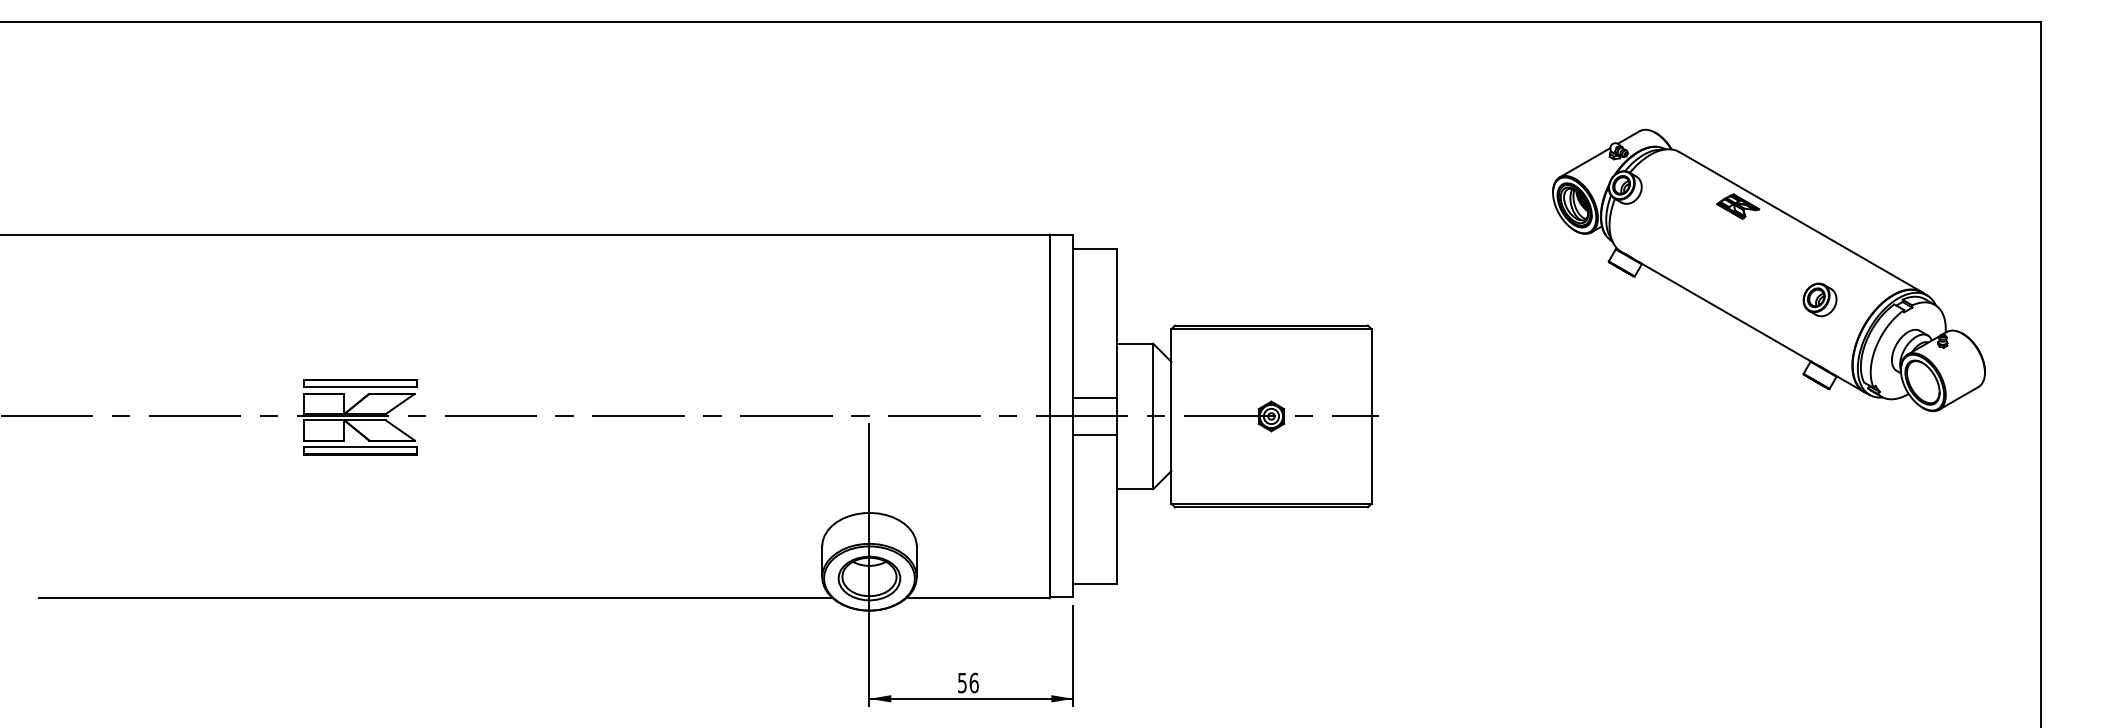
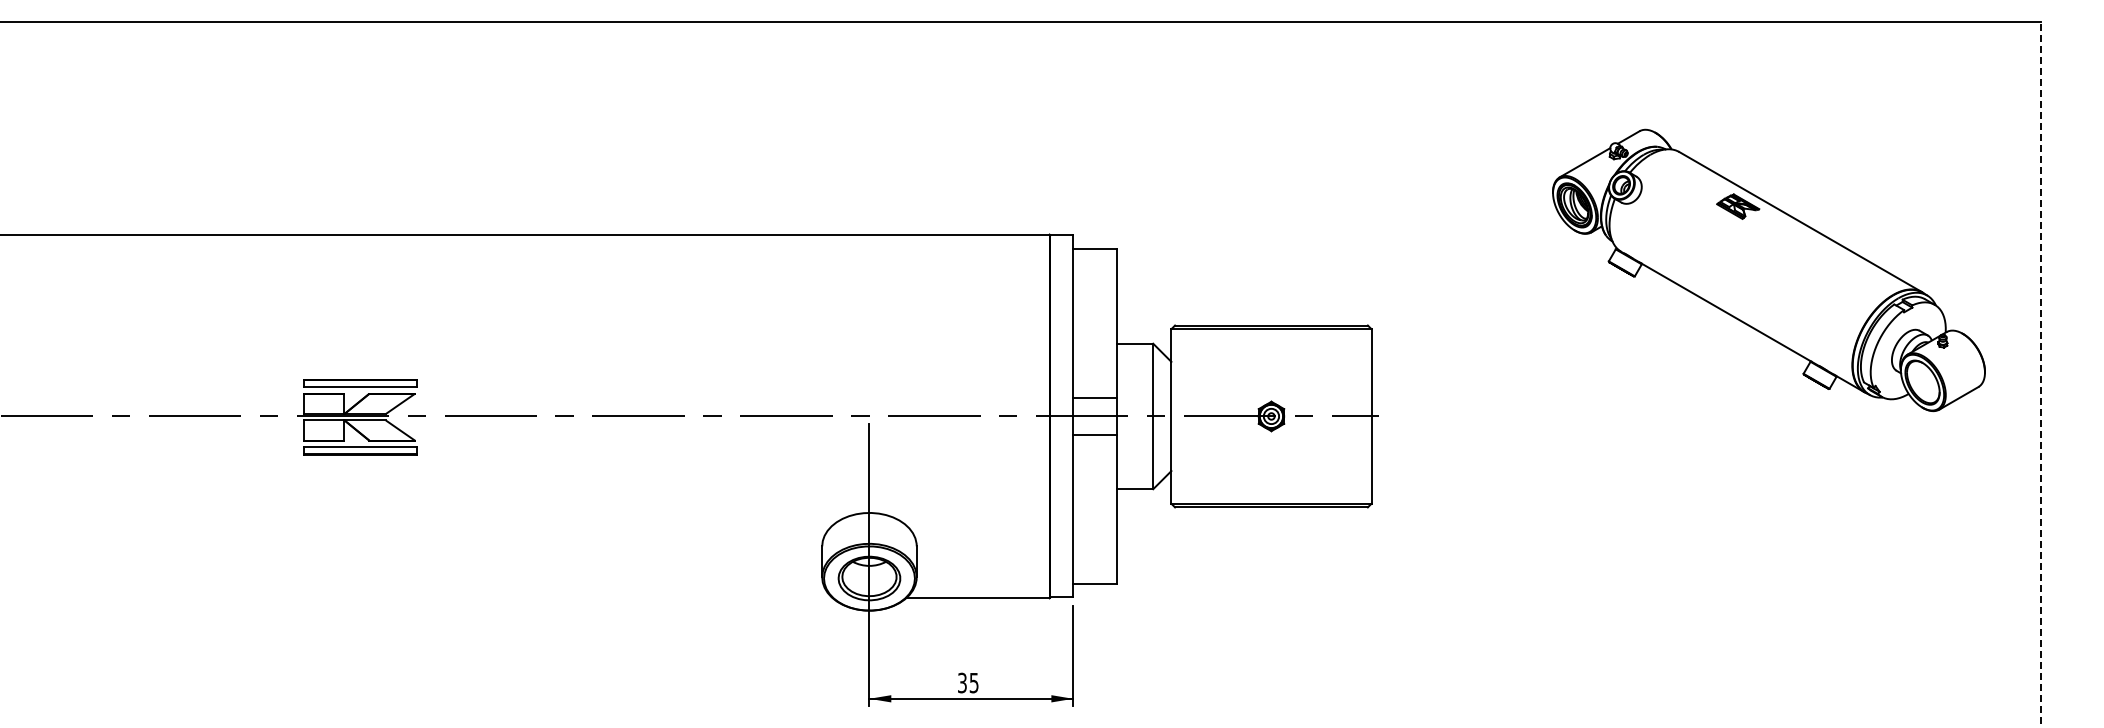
part at (1819, 299): present -> none
line at (2040, 374): solid -> dashed
line at (435, 598): present -> none
text at (968, 682): 56 -> 35
